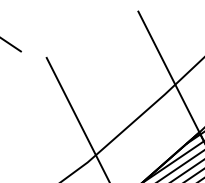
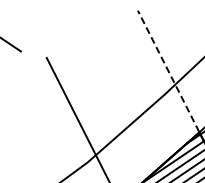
line at (171, 76): solid -> dashed
